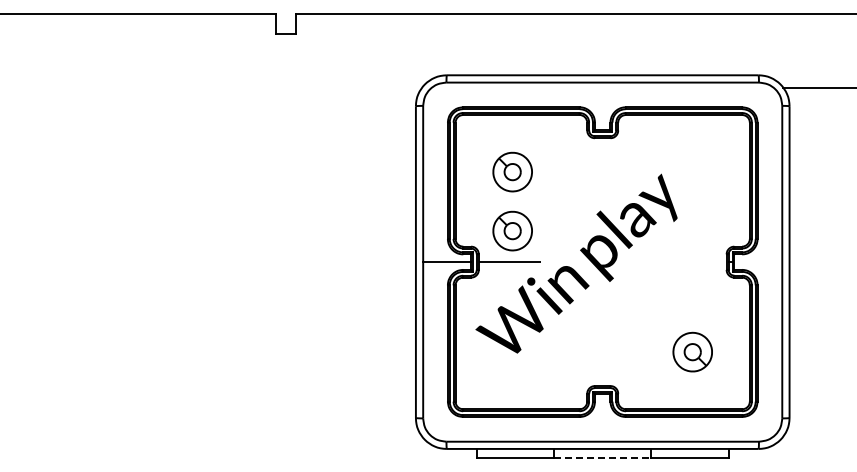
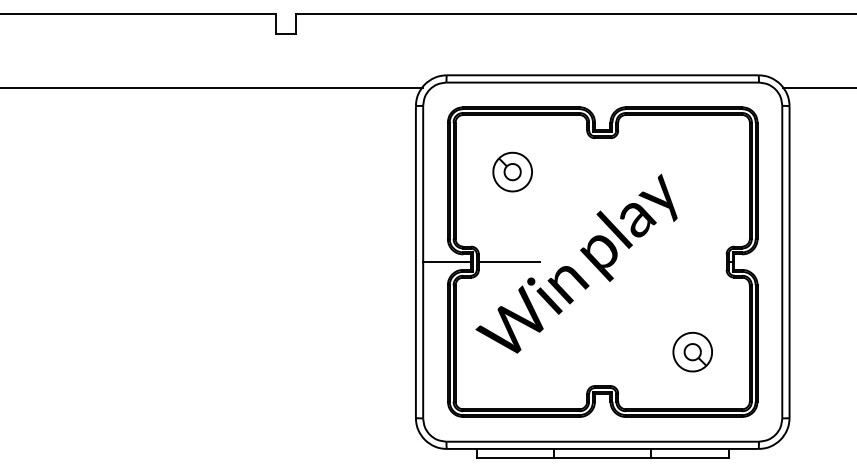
line at (212, 87): none -> present
part at (512, 230): present -> none
line at (603, 457): dashed -> solid
